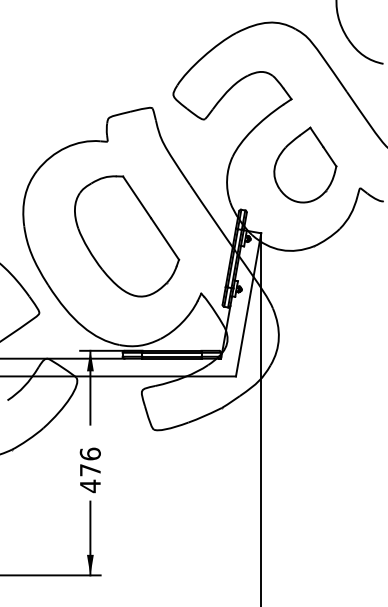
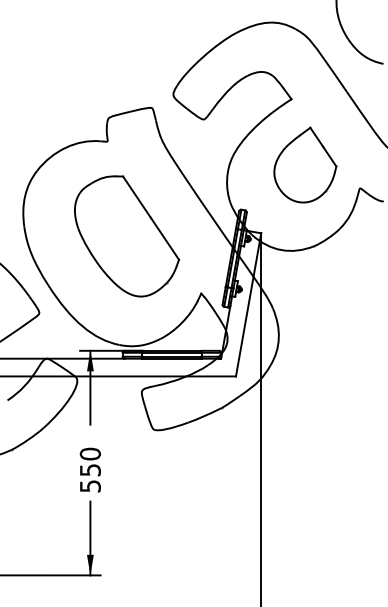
text at (89, 470): 476 -> 550
